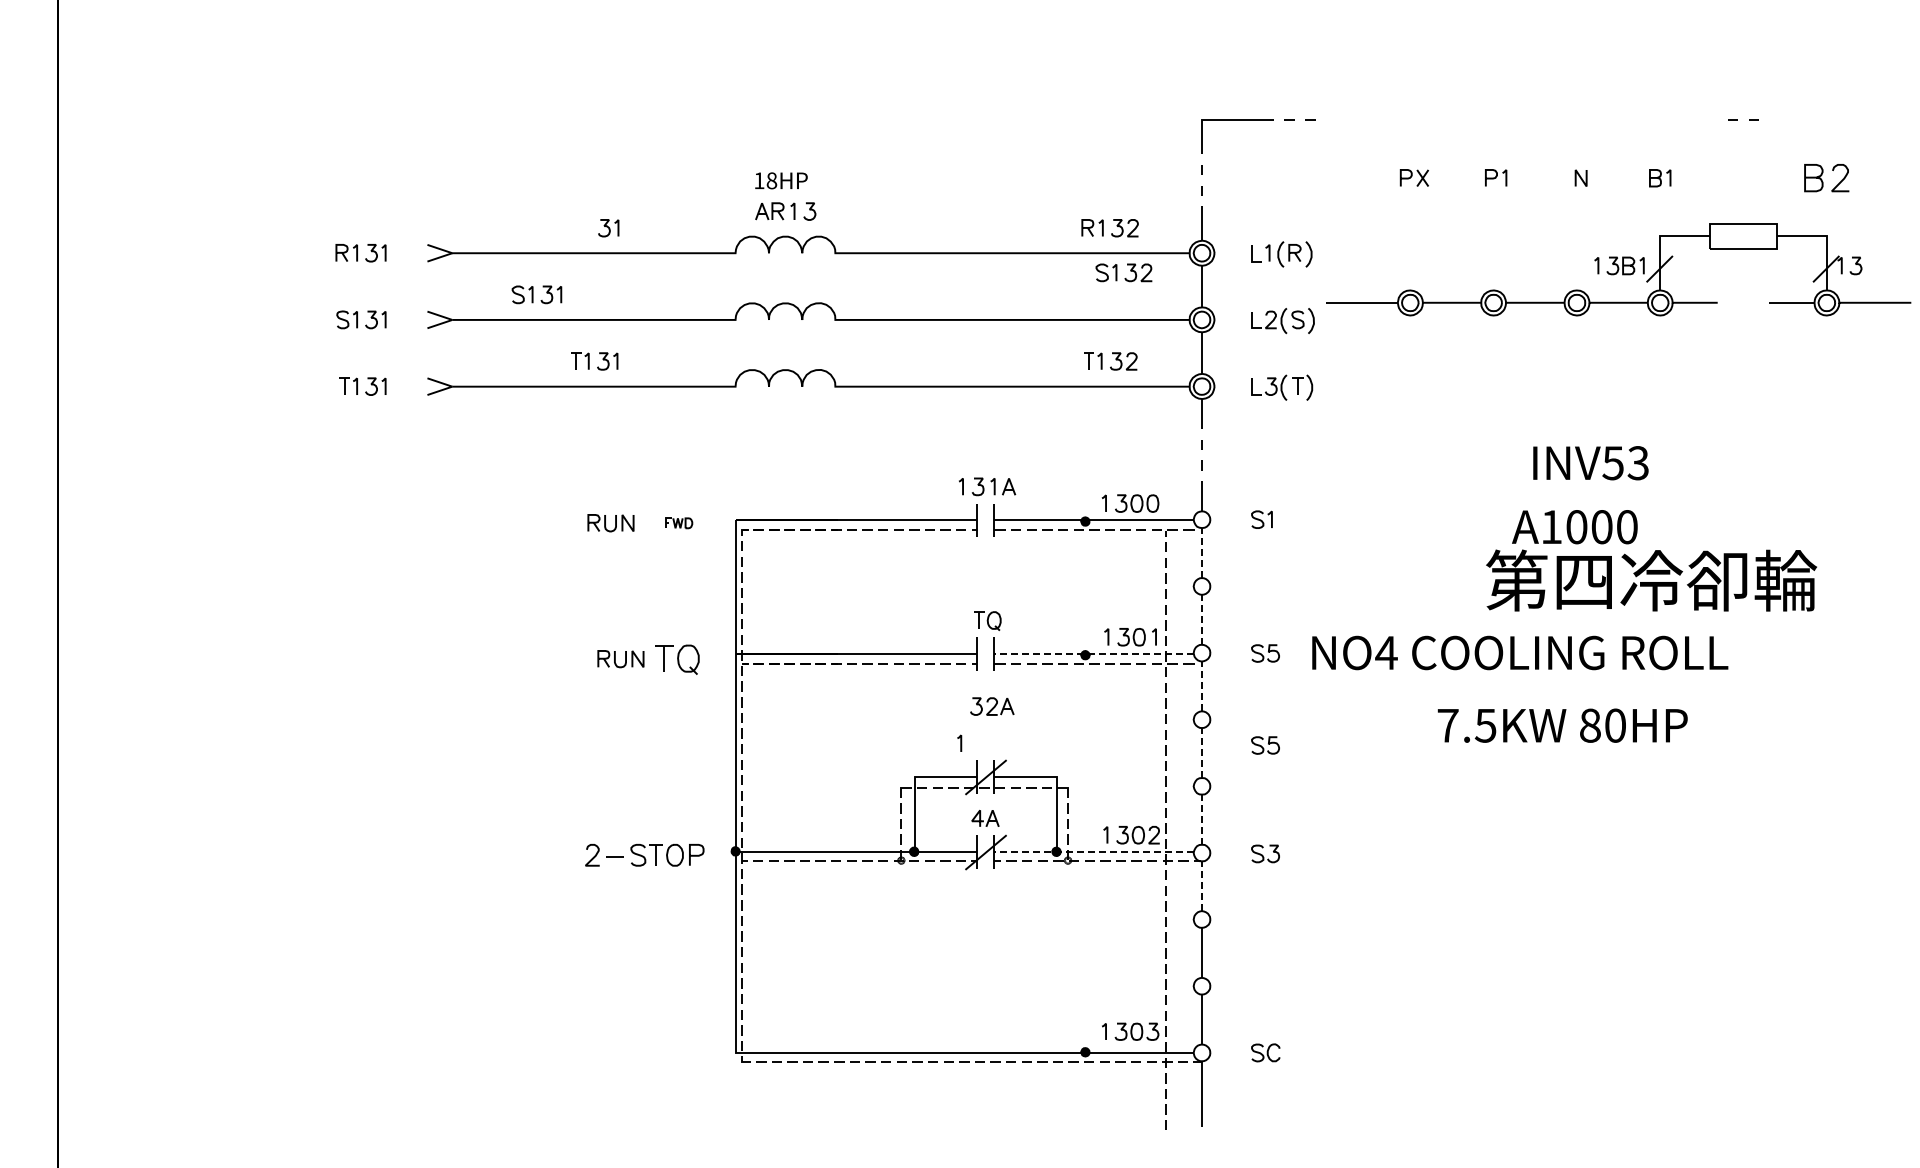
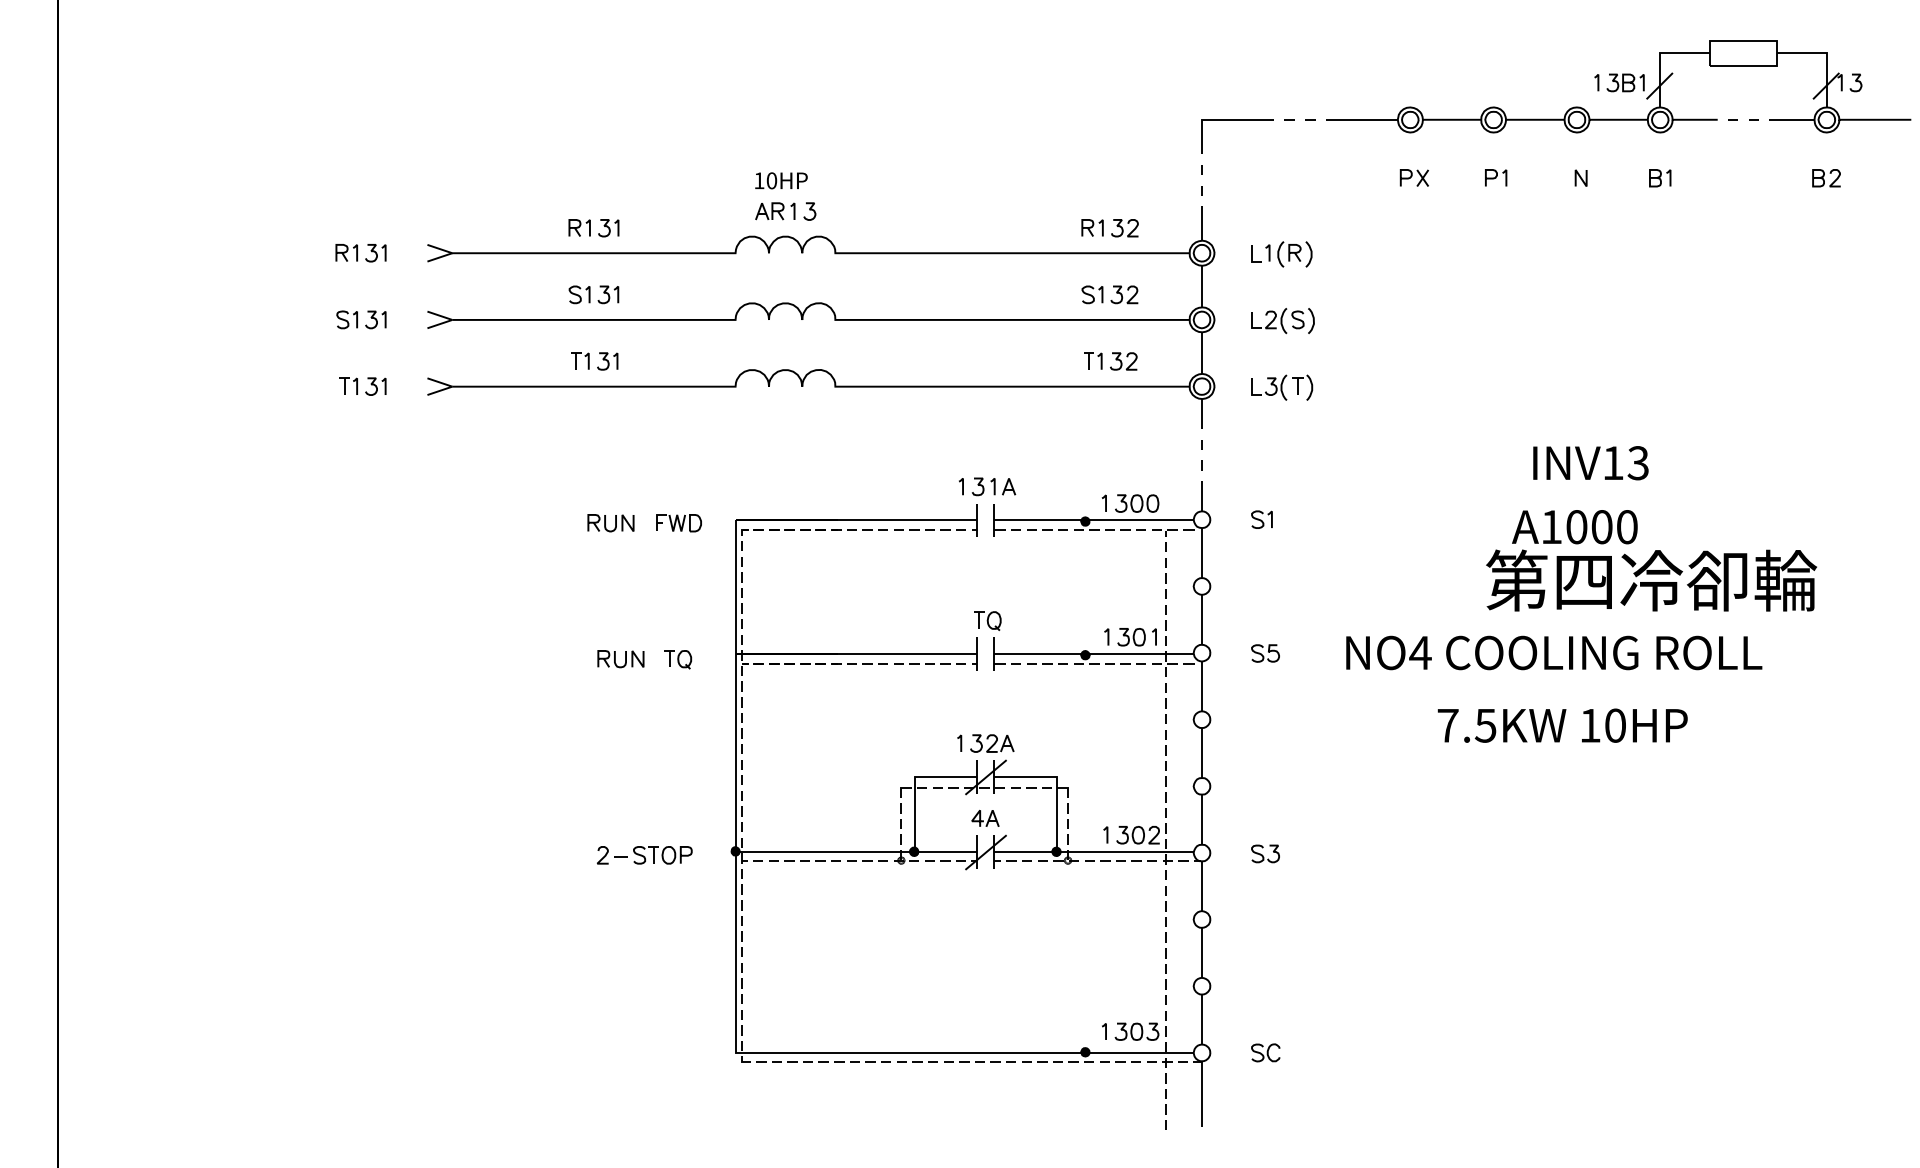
part at (1826, 178) size: 46x29 px -> 29x19 px
text at (771, 181): 18HP -> 10HP
part at (579, 227): none -> present
part at (1618, 269) position: (1618, 269) -> (1618, 86)
part at (1123, 272) position: (1123, 272) -> (1109, 294)
part at (536, 294) position: (536, 294) -> (593, 294)
text at (1612, 463): INV53 -> INV13
part at (679, 523) size: 29x13 px -> 46x19 px
line at (1202, 553): dashed -> solid
line at (1202, 619): dashed -> solid
text at (1520, 652) position: (1520, 652) -> (1554, 652)
line at (1093, 653): dashed -> solid
part at (677, 659) size: 45x31 px -> 29x20 px
line at (1202, 686): dashed -> solid
part at (992, 706) position: (992, 706) -> (992, 743)
text at (1590, 725): 80HP -> 10HP
part at (1265, 745): present -> none
line at (1202, 753): dashed -> solid
line at (1202, 819): dashed -> solid
line at (1093, 851): dashed -> solid
part at (644, 855) size: 120x23 px -> 97x19 px
line at (1202, 886): dashed -> solid
